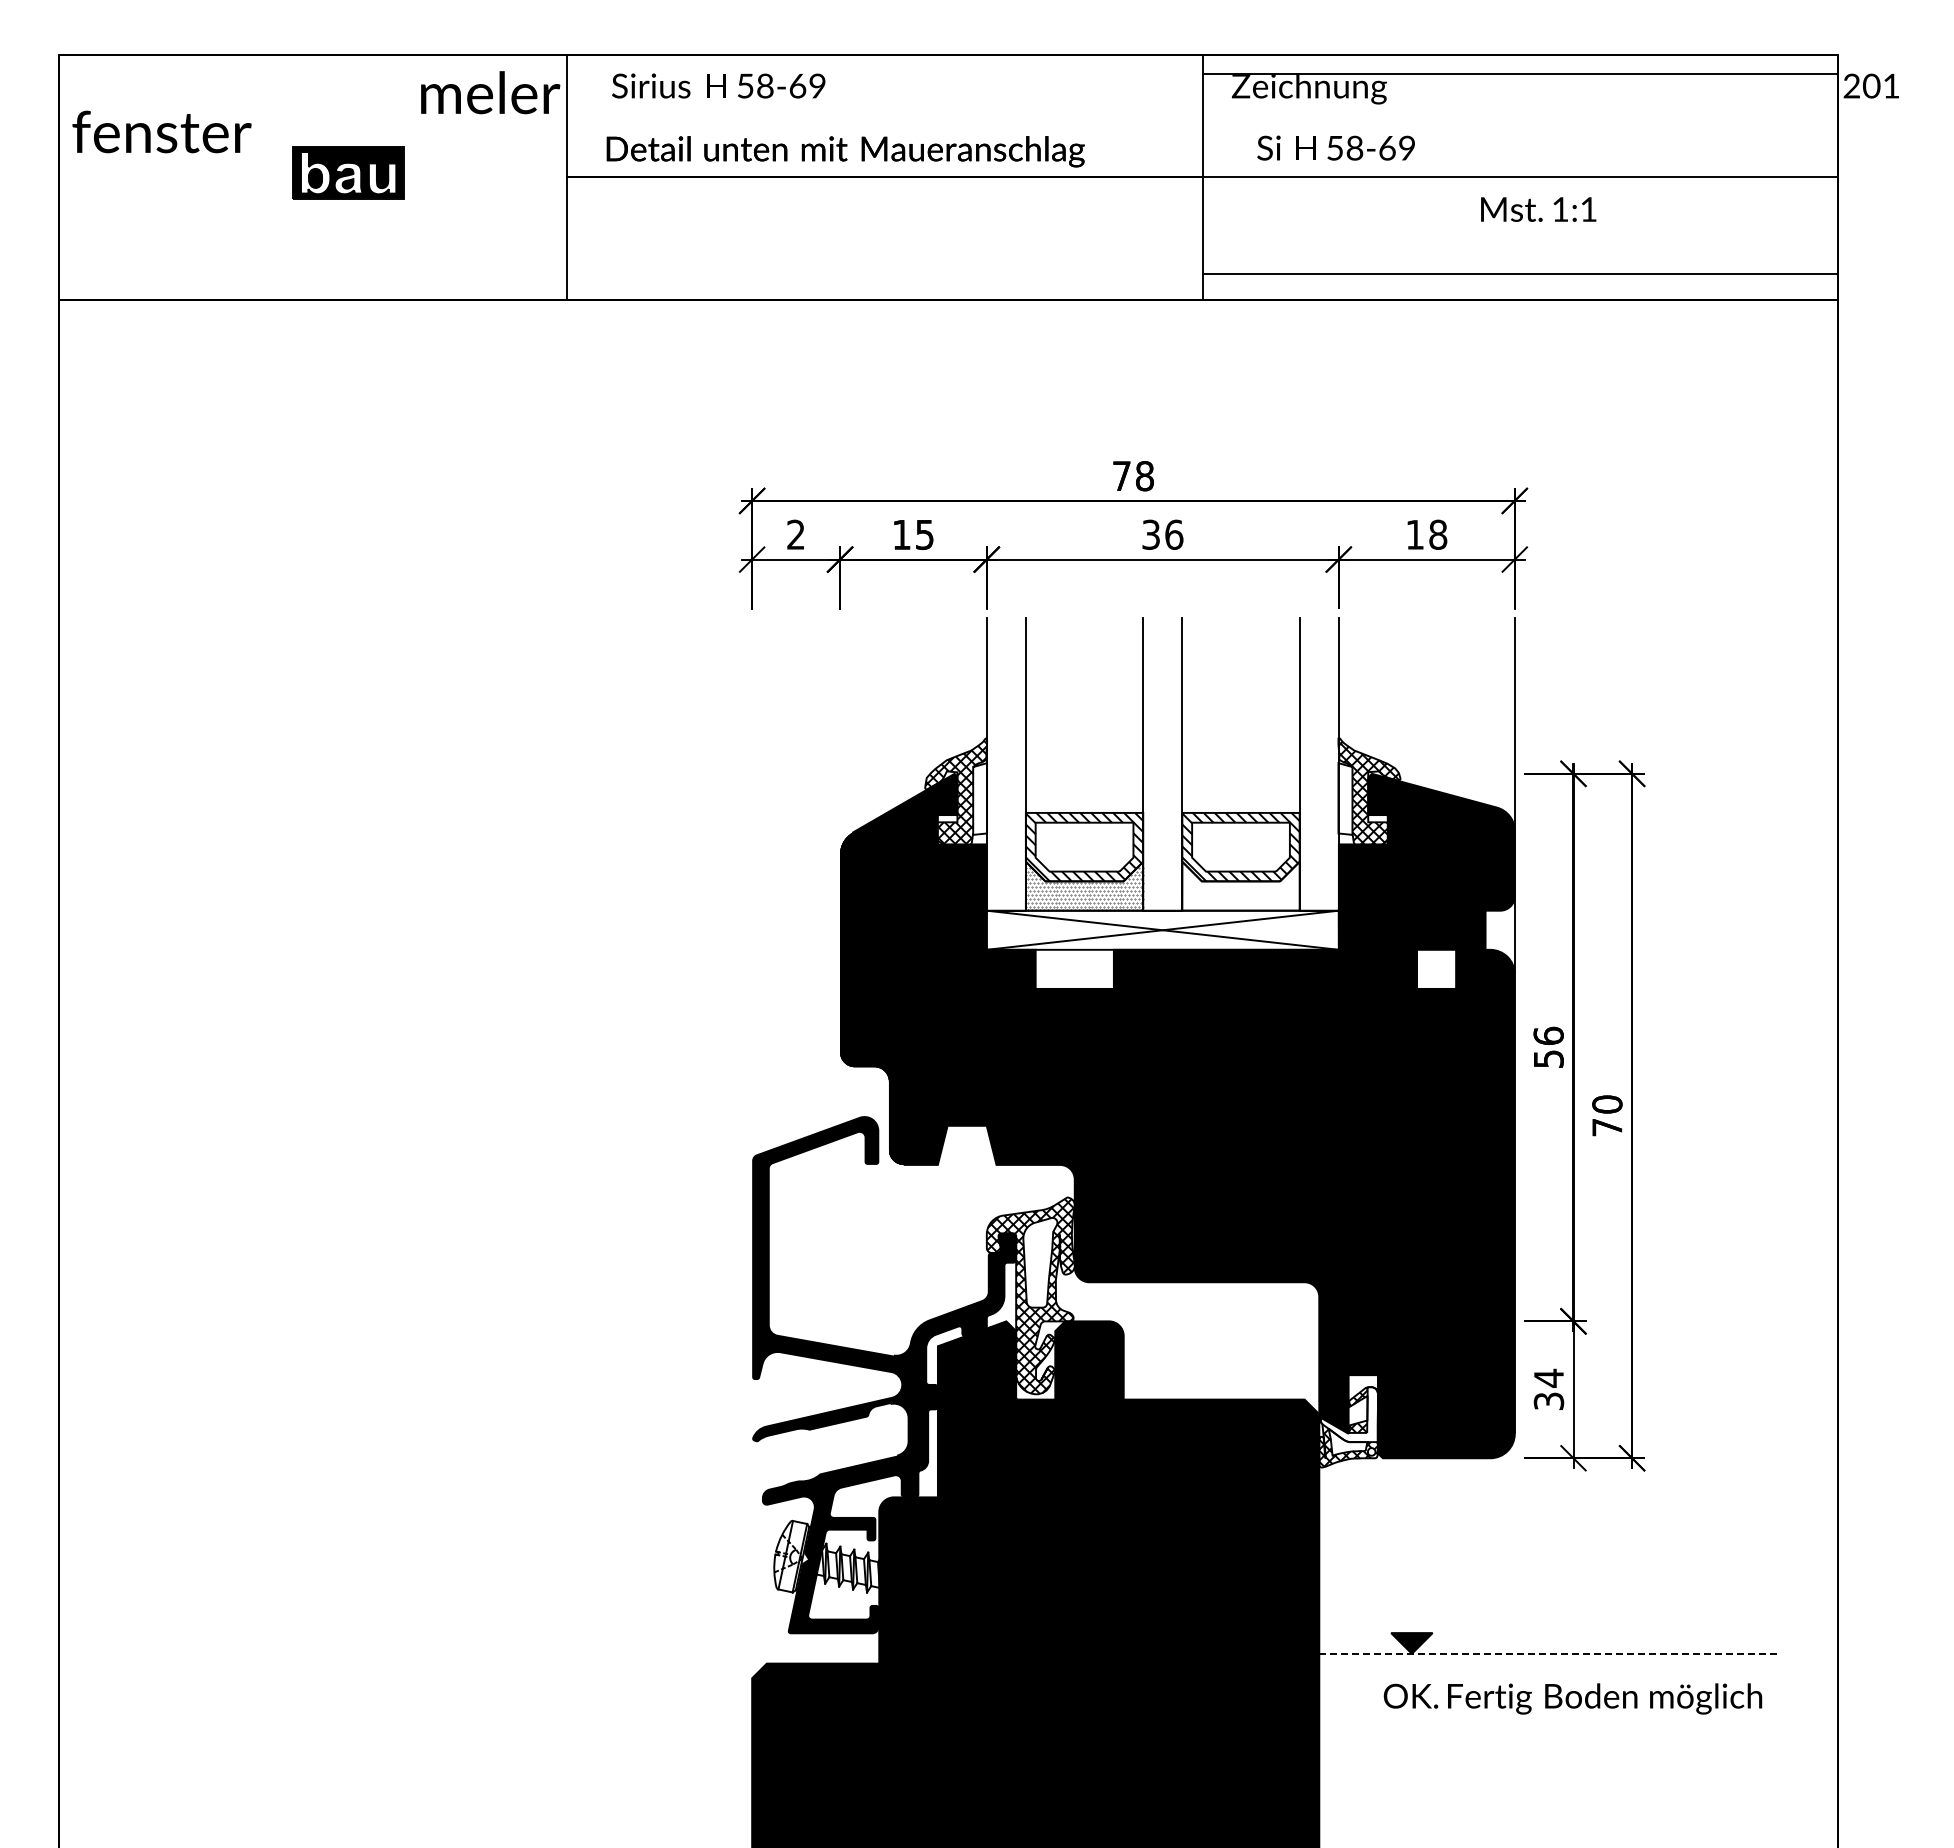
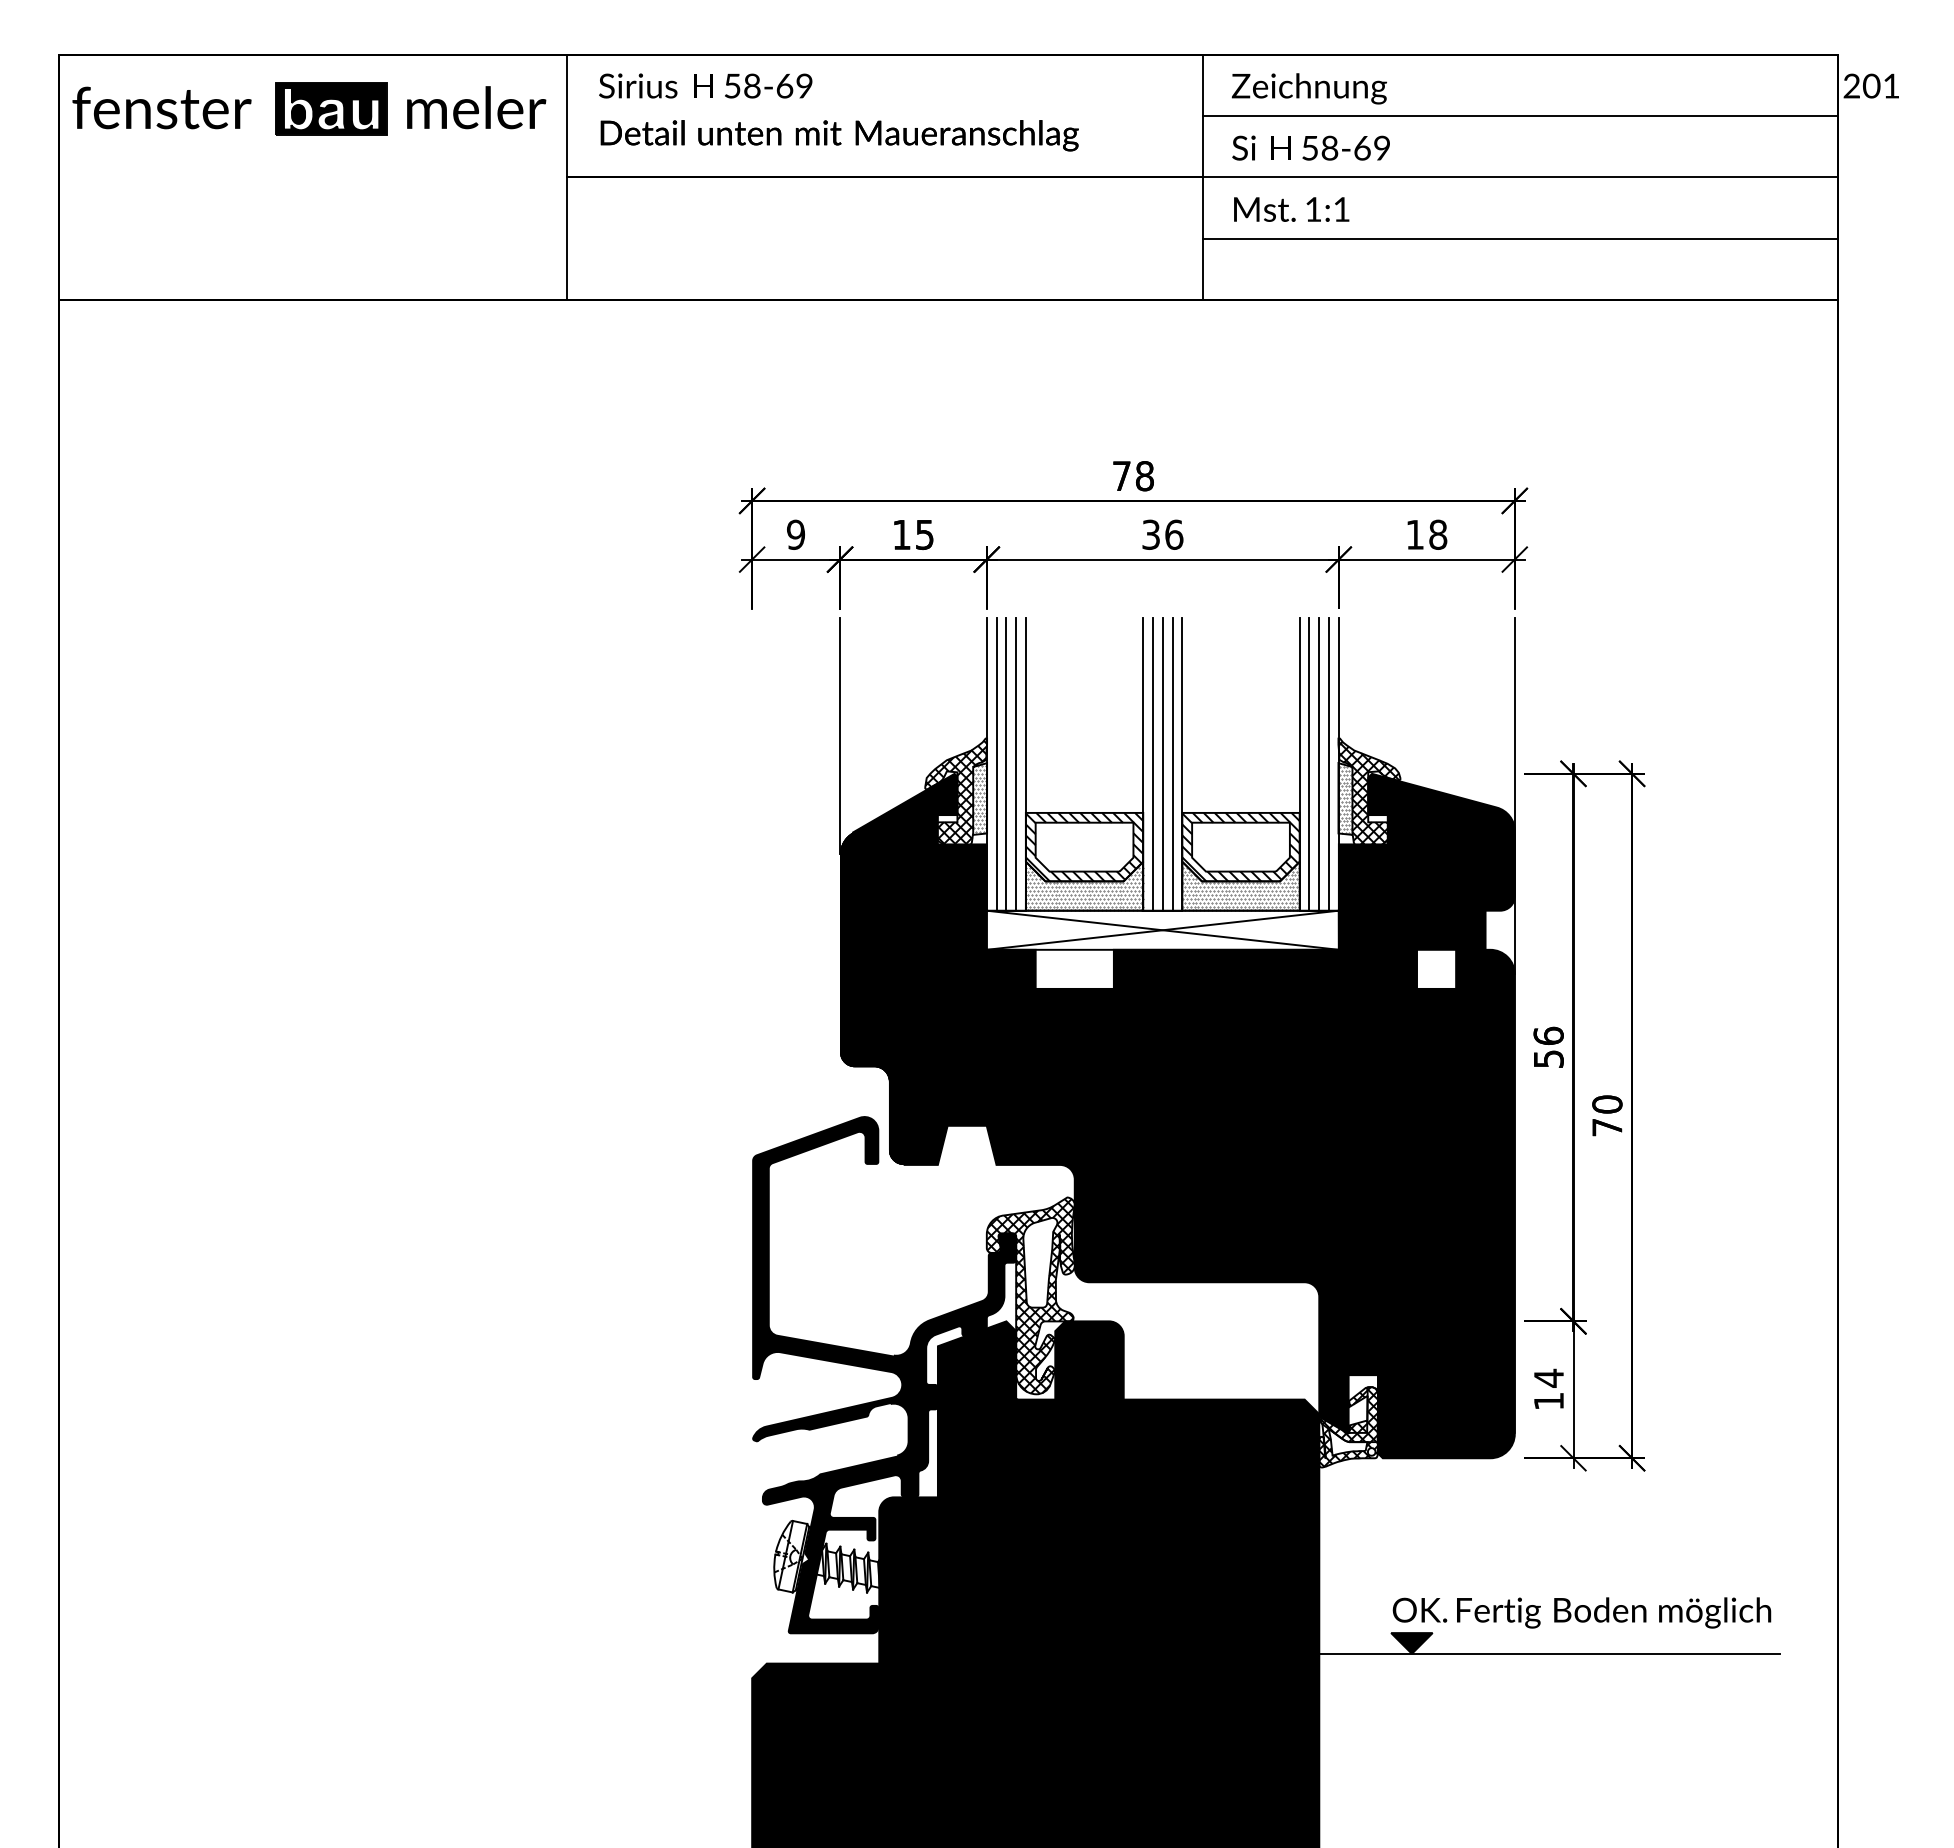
line at (1520, 74) position: (1520, 74) -> (1520, 116)
text at (718, 85) position: (718, 85) -> (705, 85)
text at (490, 92) position: (490, 92) -> (476, 107)
text at (161, 131) position: (161, 131) -> (161, 107)
text at (1335, 147) position: (1335, 147) -> (1310, 147)
text at (845, 151) position: (845, 151) -> (839, 135)
part at (348, 172) position: (348, 172) -> (331, 108)
text at (1538, 209) position: (1538, 209) -> (1291, 209)
line at (1520, 273) position: (1520, 273) -> (1520, 238)
text at (796, 534): 2 -> 9
line at (840, 736): none -> present
line at (996, 764): none -> present
line at (1006, 764): none -> present
line at (1016, 764): none -> present
line at (1153, 764): none -> present
line at (1162, 764): none -> present
line at (1172, 764): none -> present
line at (1309, 764): none -> present
line at (1319, 764): none -> present
line at (1329, 764): none -> present
hatch at (979, 798): none -> present
hatch at (1345, 800): none -> present
hatch at (1240, 888): none -> present
text at (1548, 1401): 34 -> 14
hatch at (1349, 1414): none -> present
line at (1549, 1653): dashed -> solid
text at (1572, 1698) position: (1572, 1698) -> (1581, 1612)
